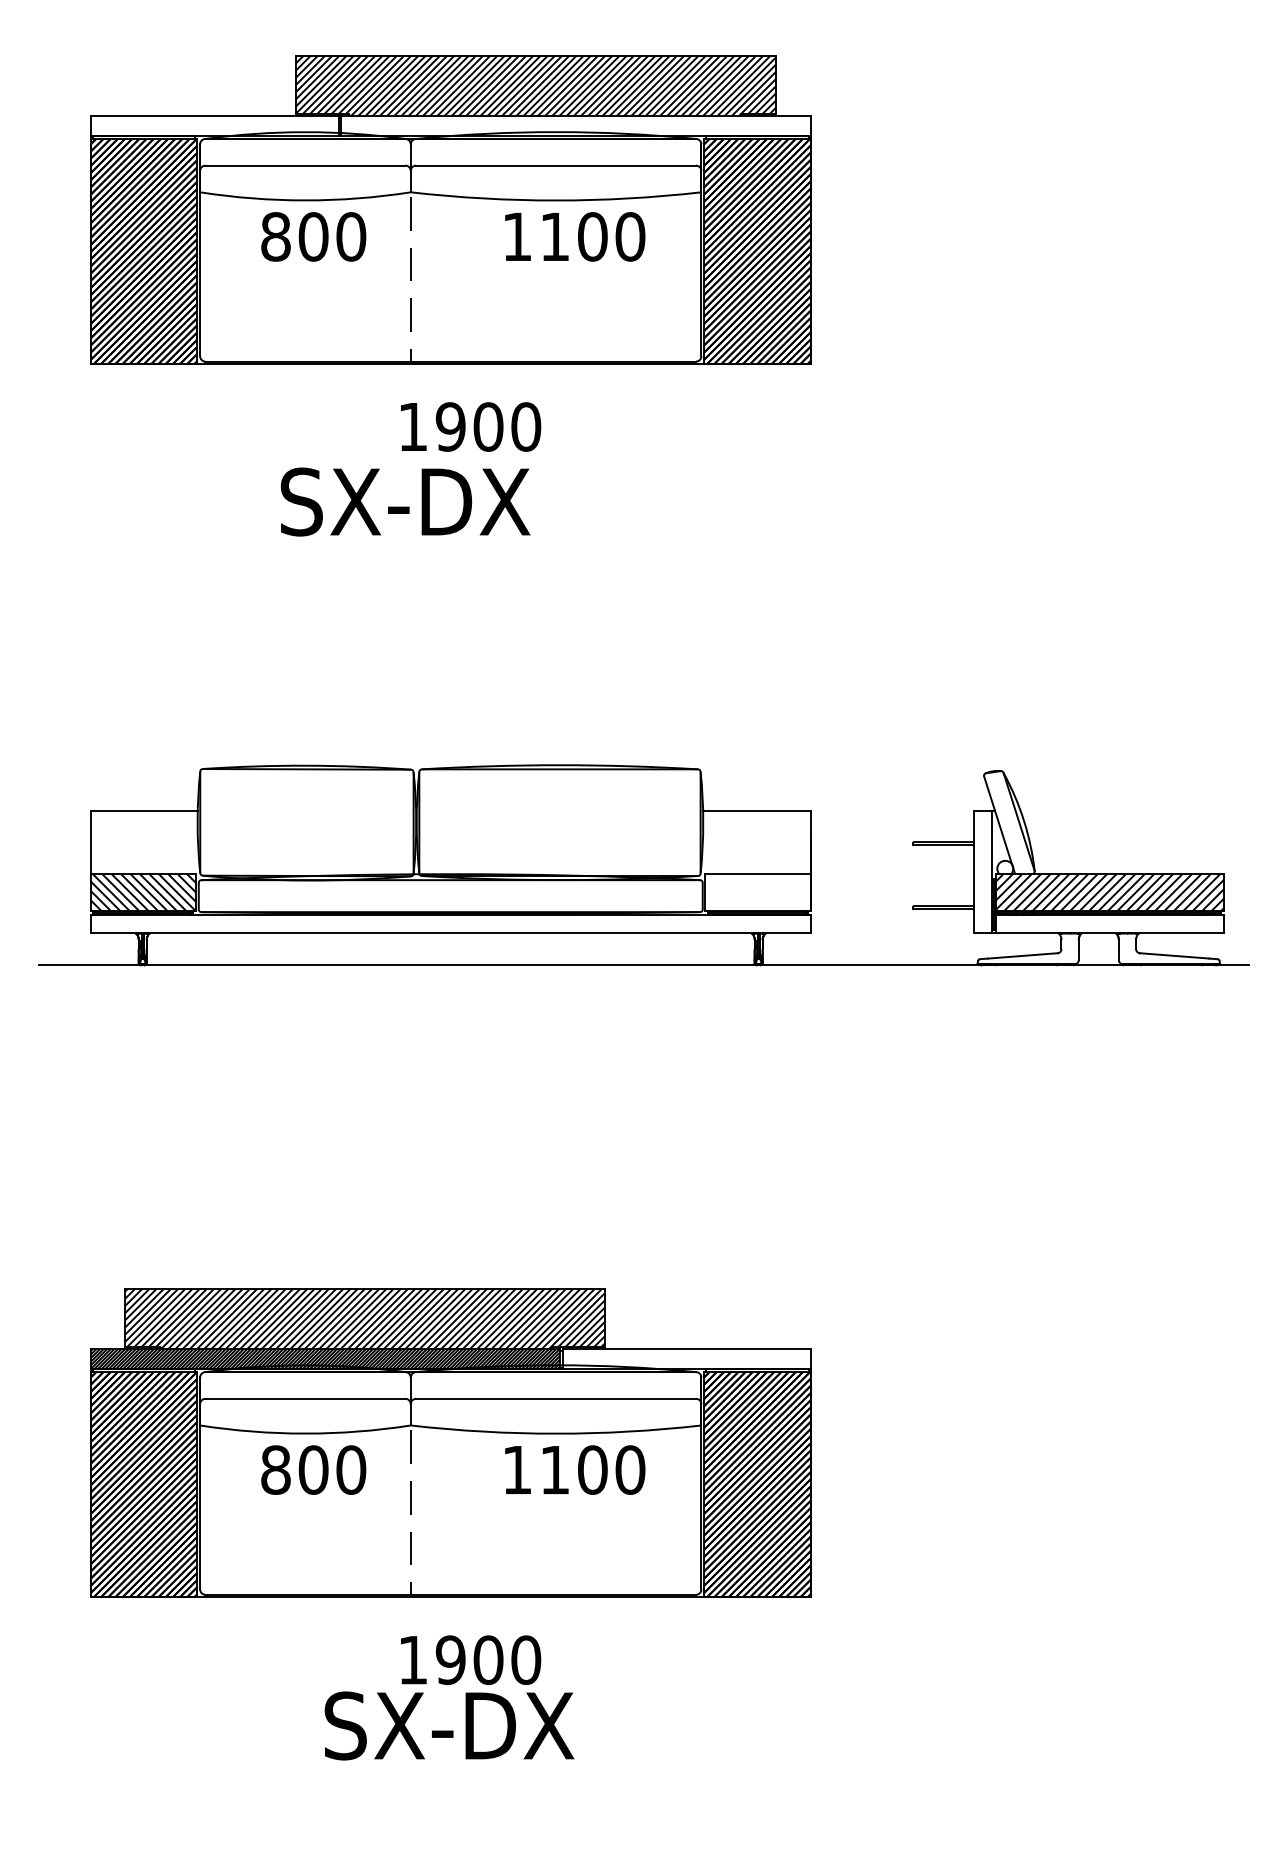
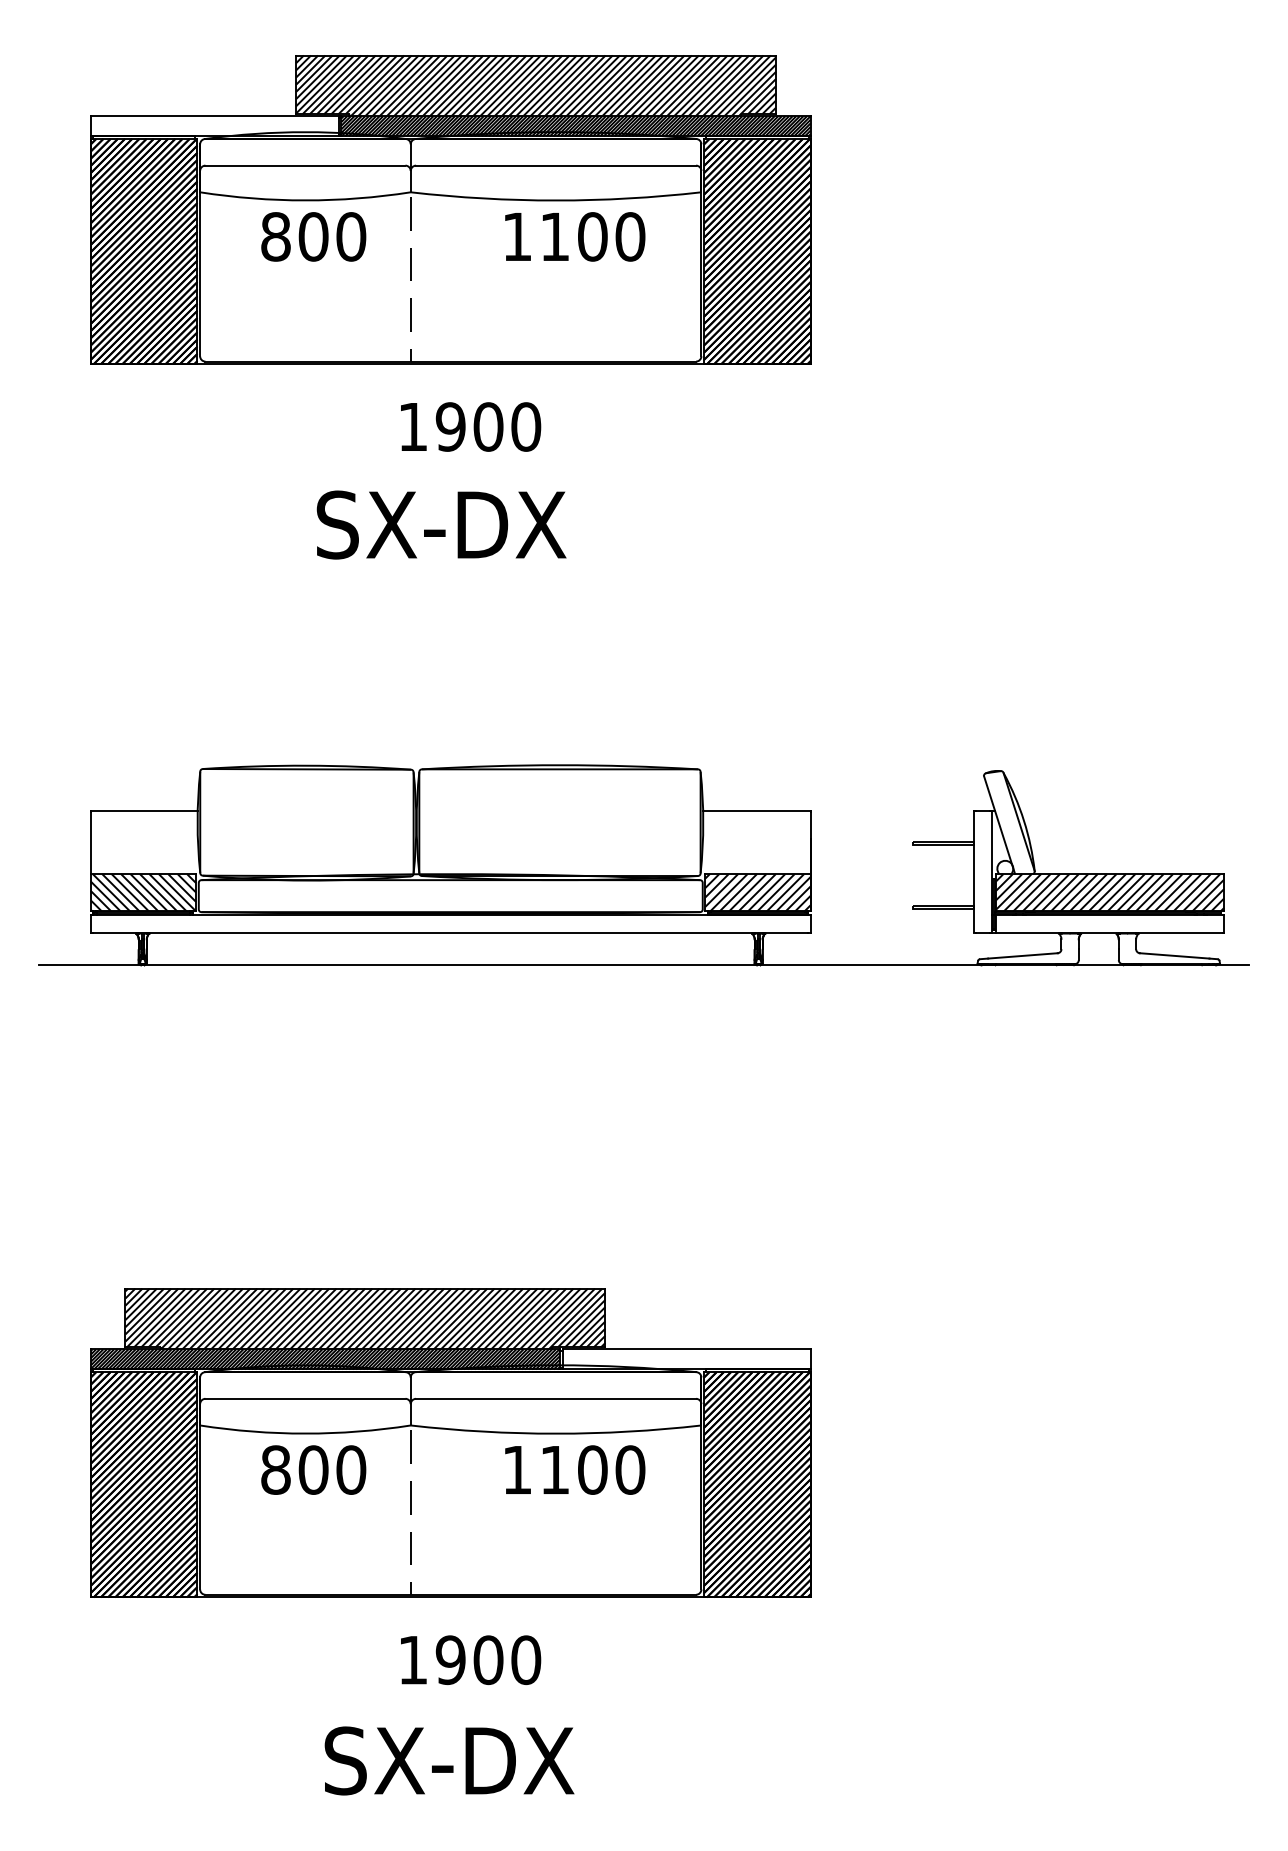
hatch at (575, 126): none -> present
text at (405, 501) position: (405, 501) -> (441, 524)
hatch at (757, 892): none -> present
text at (449, 1725) position: (449, 1725) -> (449, 1760)
